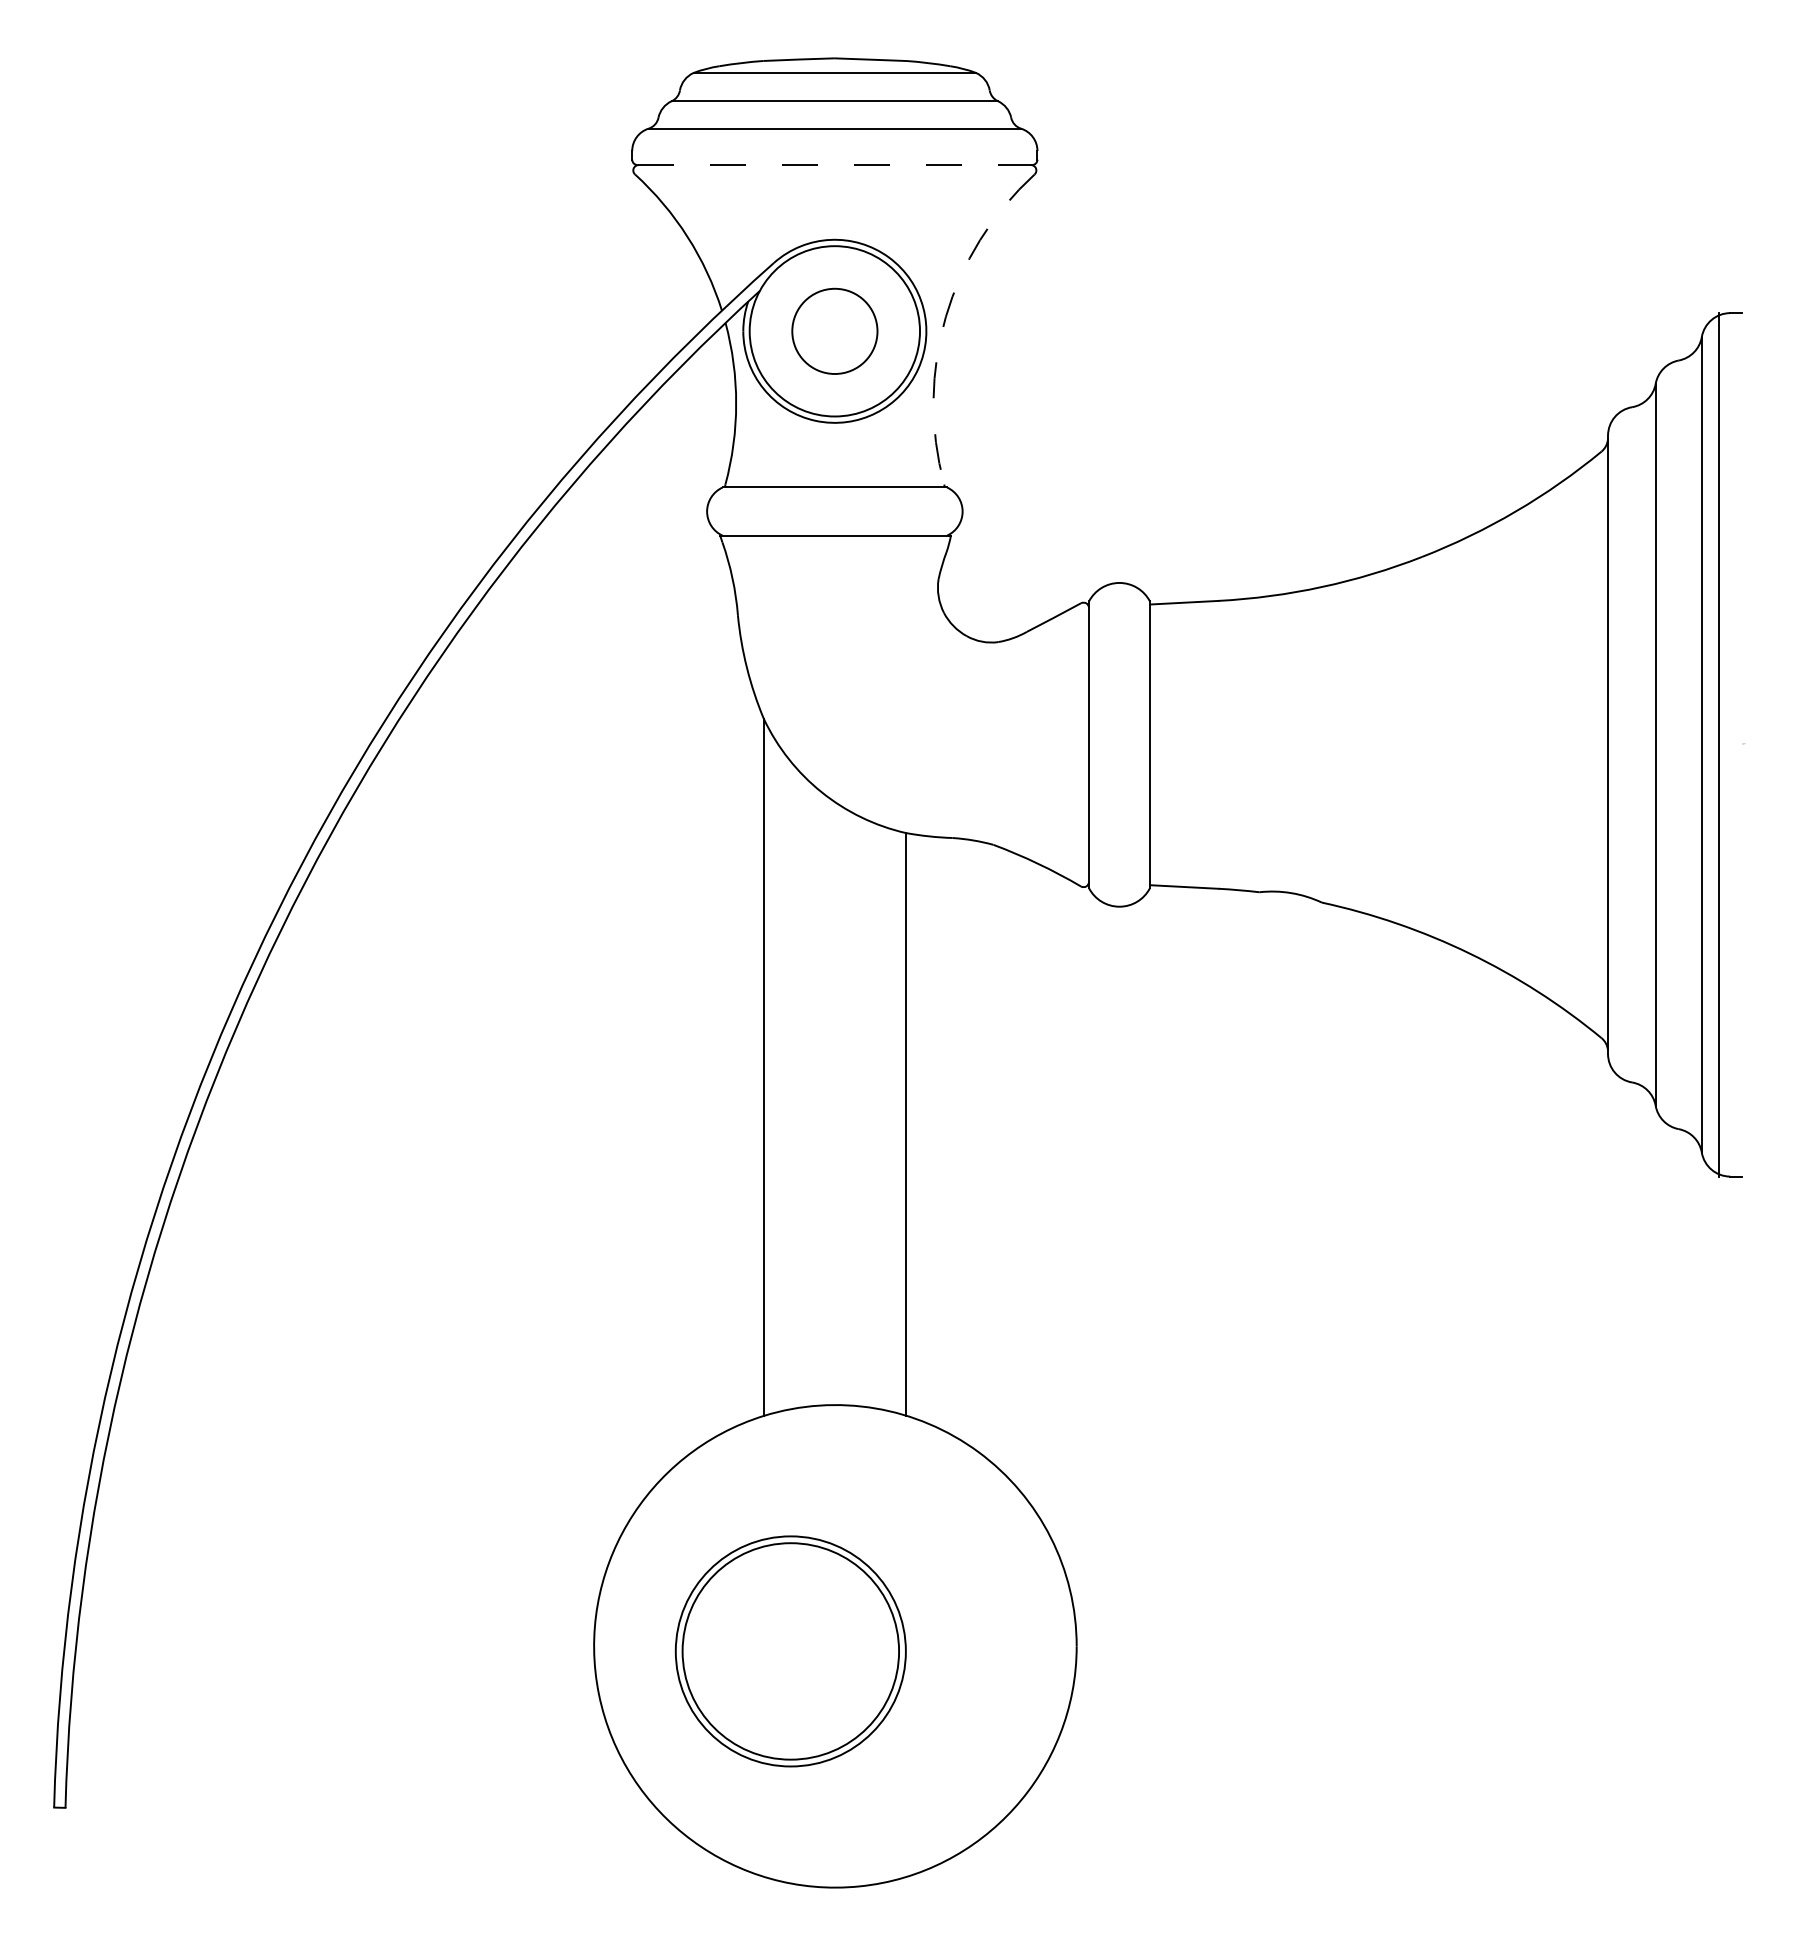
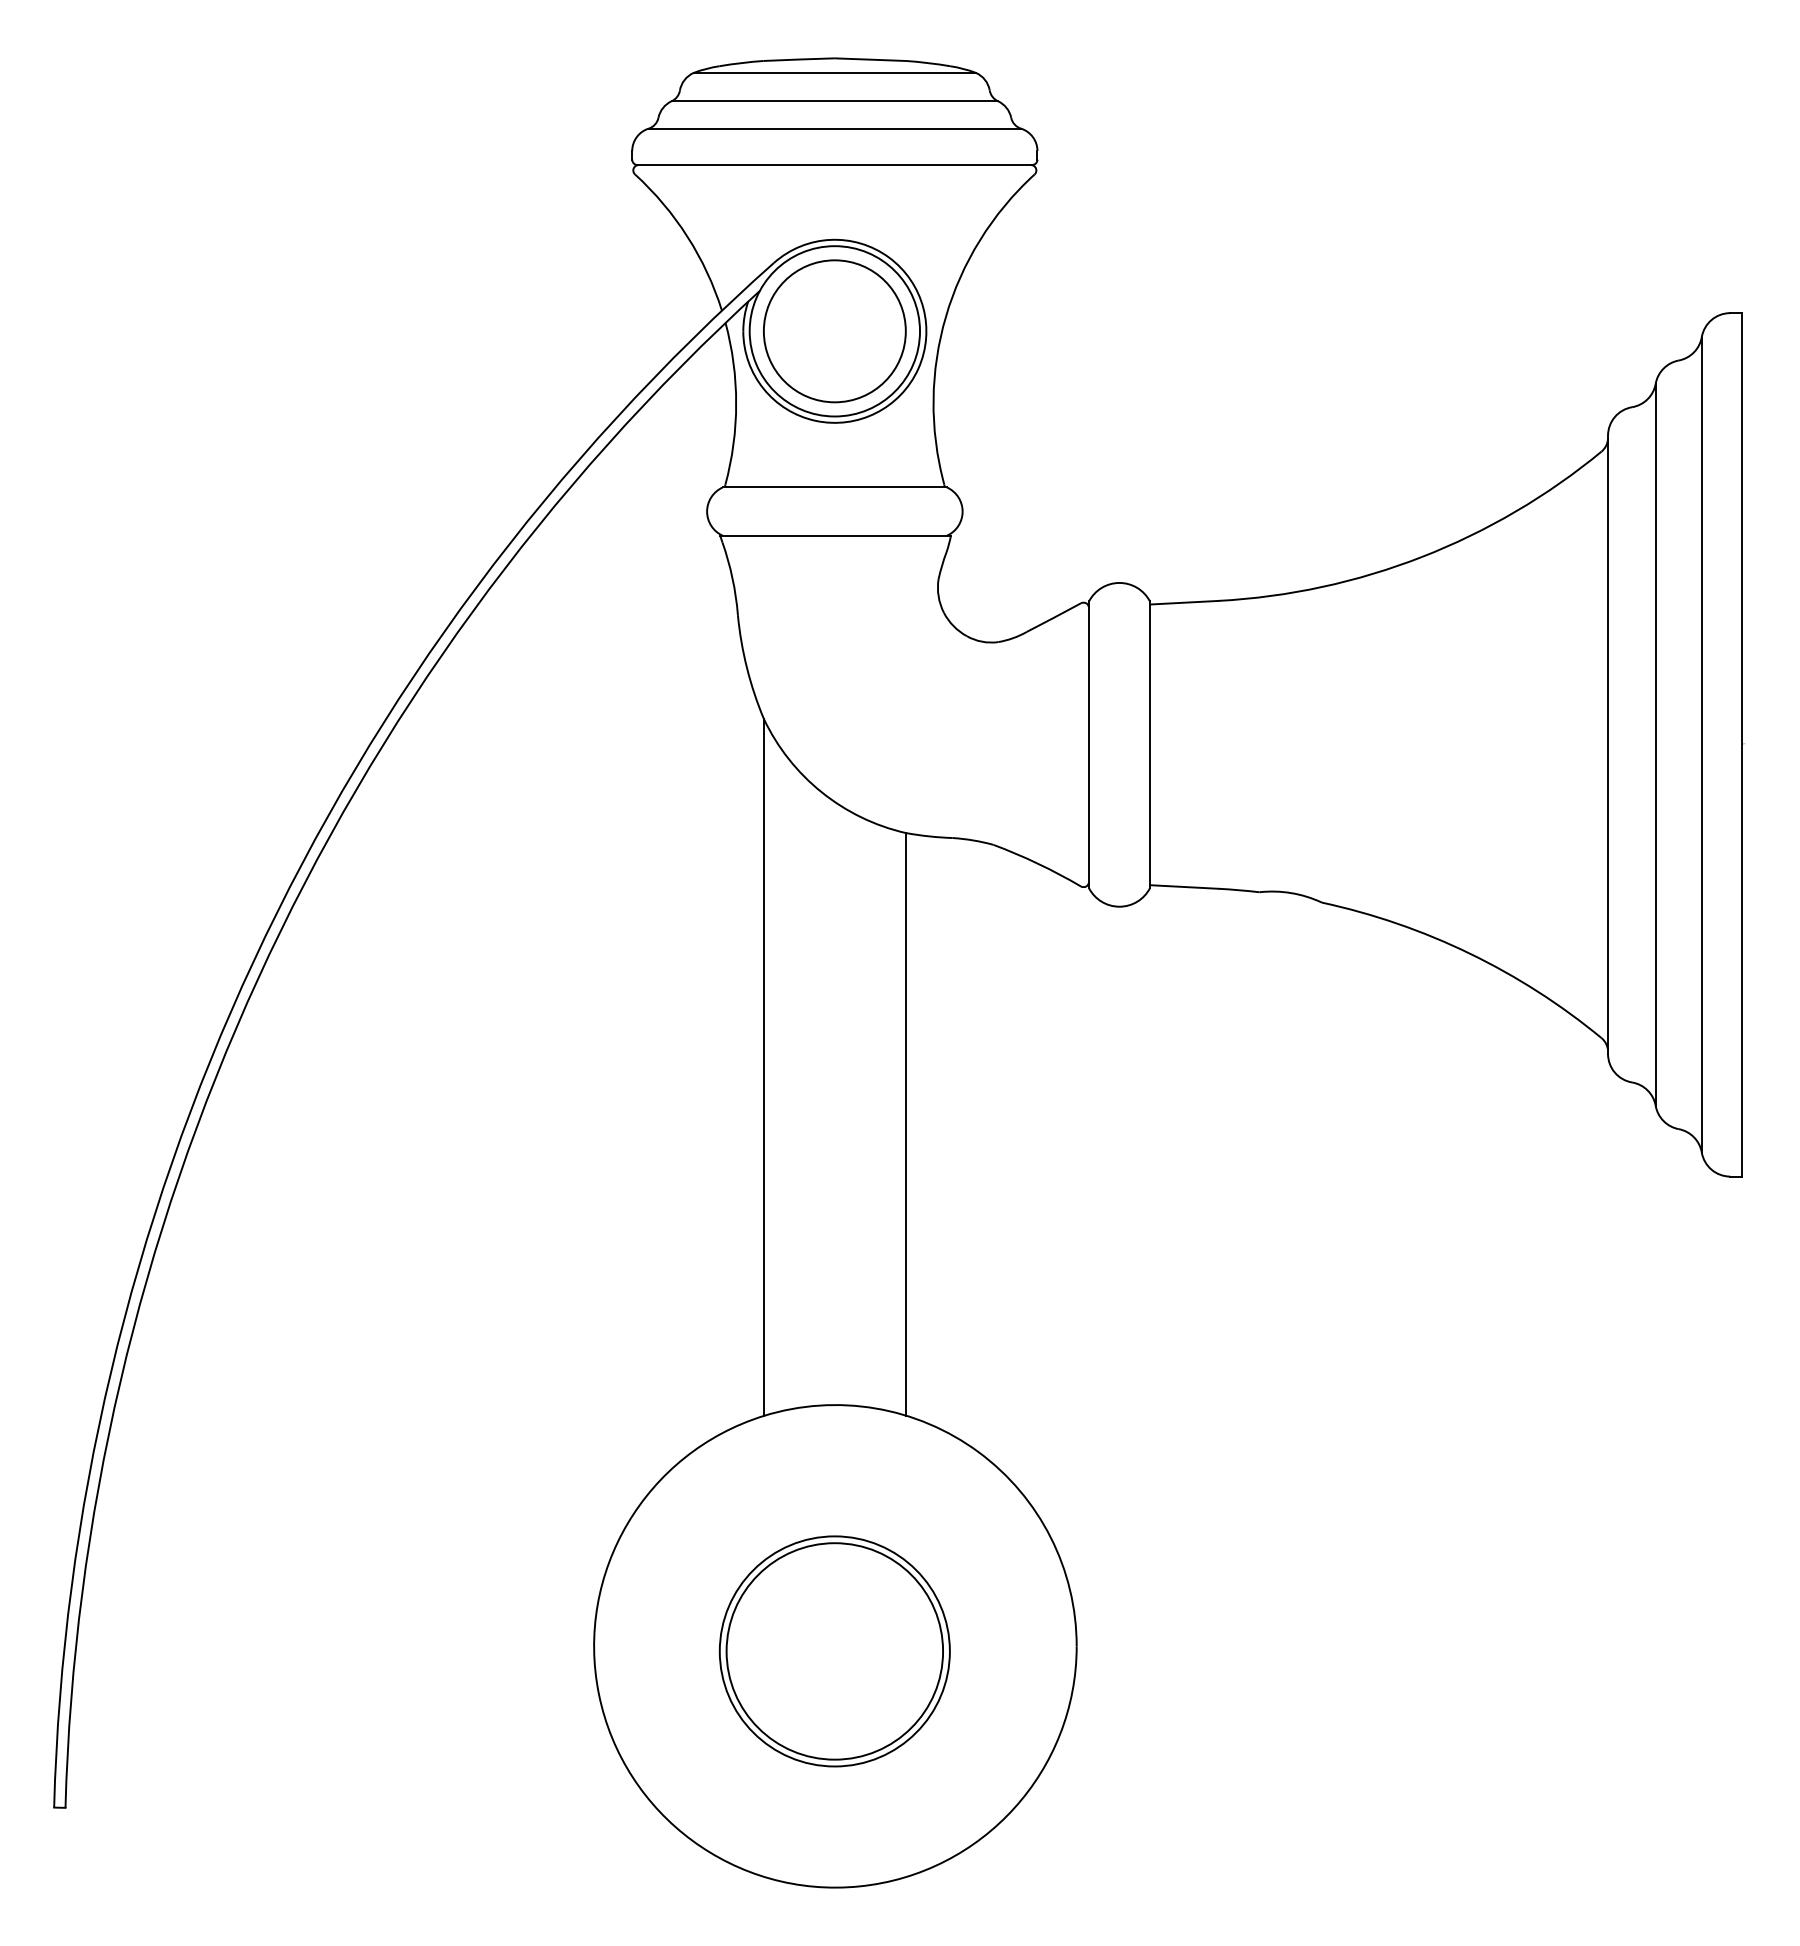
line at (835, 165): dashed -> solid
arc at (945, 316): dashed -> solid
circle at (834, 330) size: 88x88 px -> 144x145 px
line at (1718, 744) position: (1718, 744) -> (1741, 744)
part at (790, 1651) position: (790, 1651) -> (834, 1651)
